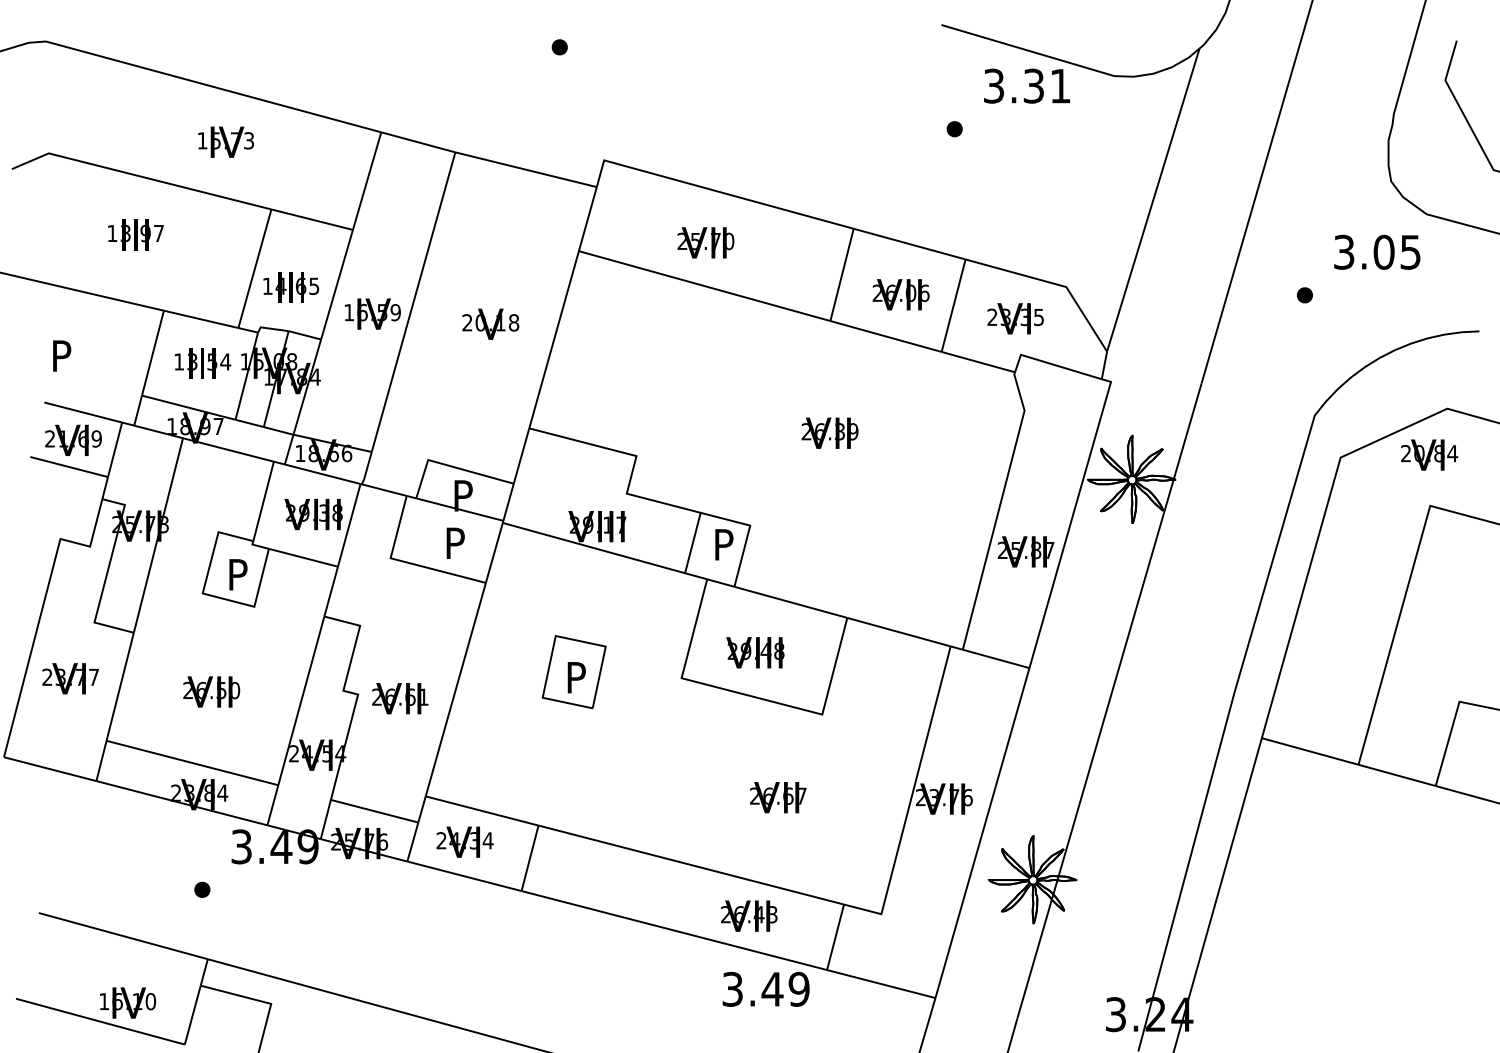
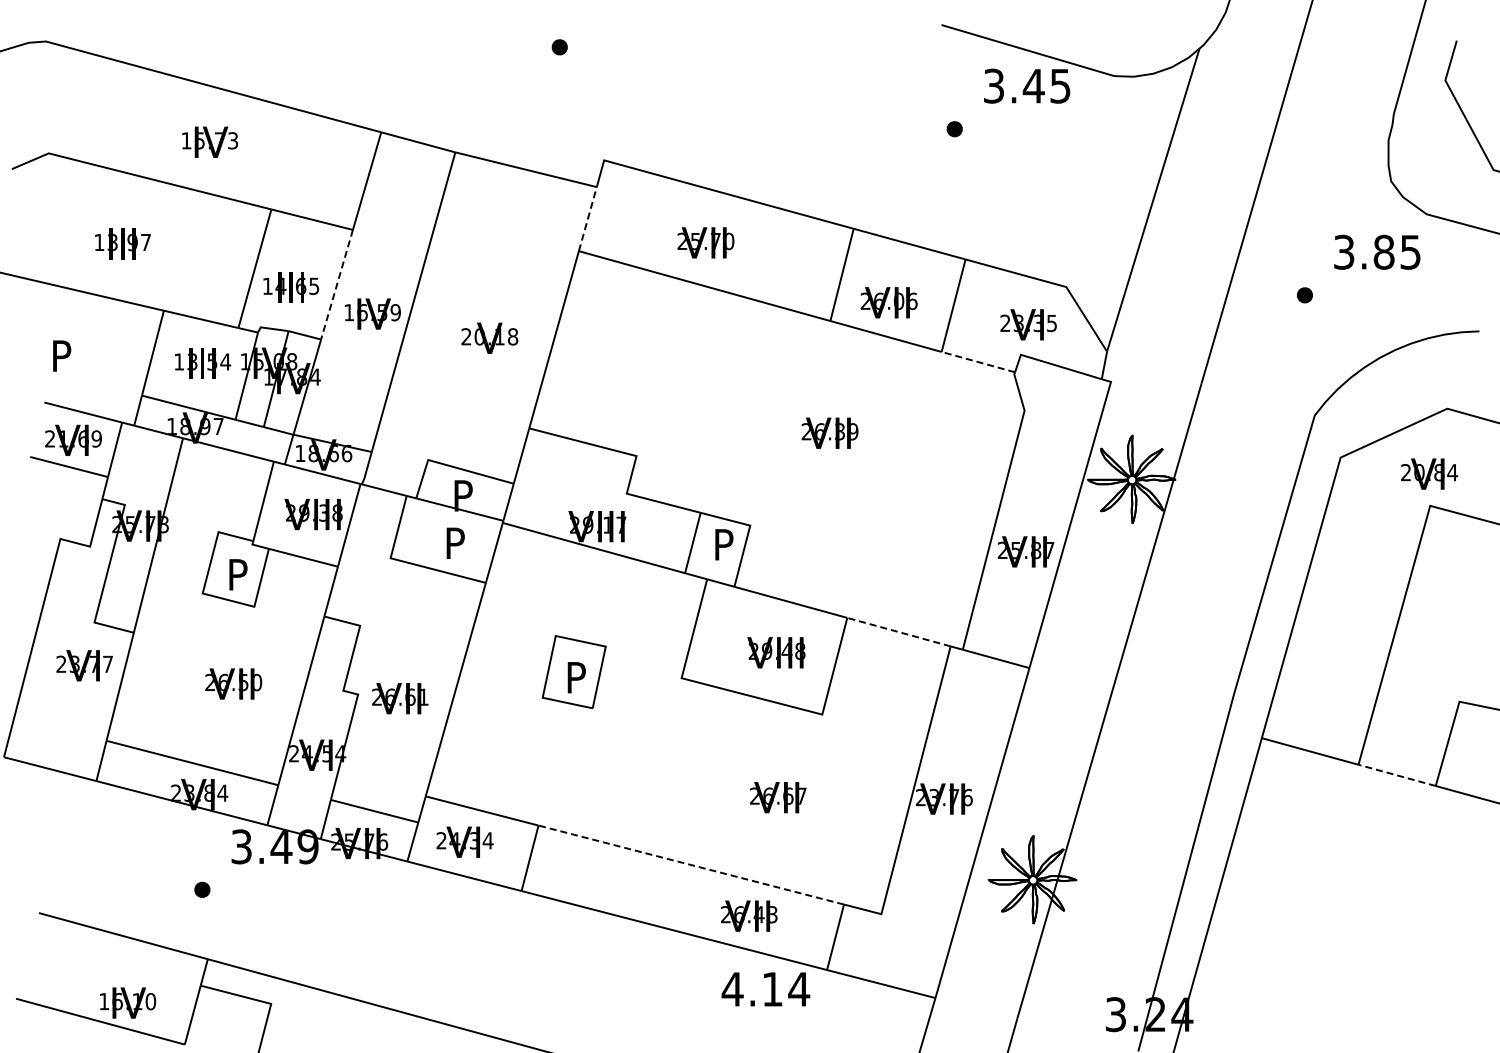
text at (1046, 85): 3.31 -> 3.45
text at (226, 141) position: (226, 141) -> (210, 141)
line at (587, 218): solid -> dashed
text at (135, 234) position: (135, 234) -> (122, 243)
text at (1383, 252): 3.05 -> 3.85
line at (336, 285): solid -> dashed
text at (900, 294) position: (900, 294) -> (888, 302)
text at (1015, 318) position: (1015, 318) -> (1028, 324)
text at (490, 323) position: (490, 323) -> (489, 337)
line at (977, 361): solid -> dashed
text at (1429, 454) position: (1429, 454) -> (1429, 473)
line at (898, 632): solid -> dashed
text at (755, 652) position: (755, 652) -> (776, 652)
text at (70, 678) position: (70, 678) -> (84, 665)
text at (211, 691) position: (211, 691) -> (233, 683)
line at (1396, 775): solid -> dashed
line at (691, 865): solid -> dashed
text at (765, 988): 3.49 -> 4.14
